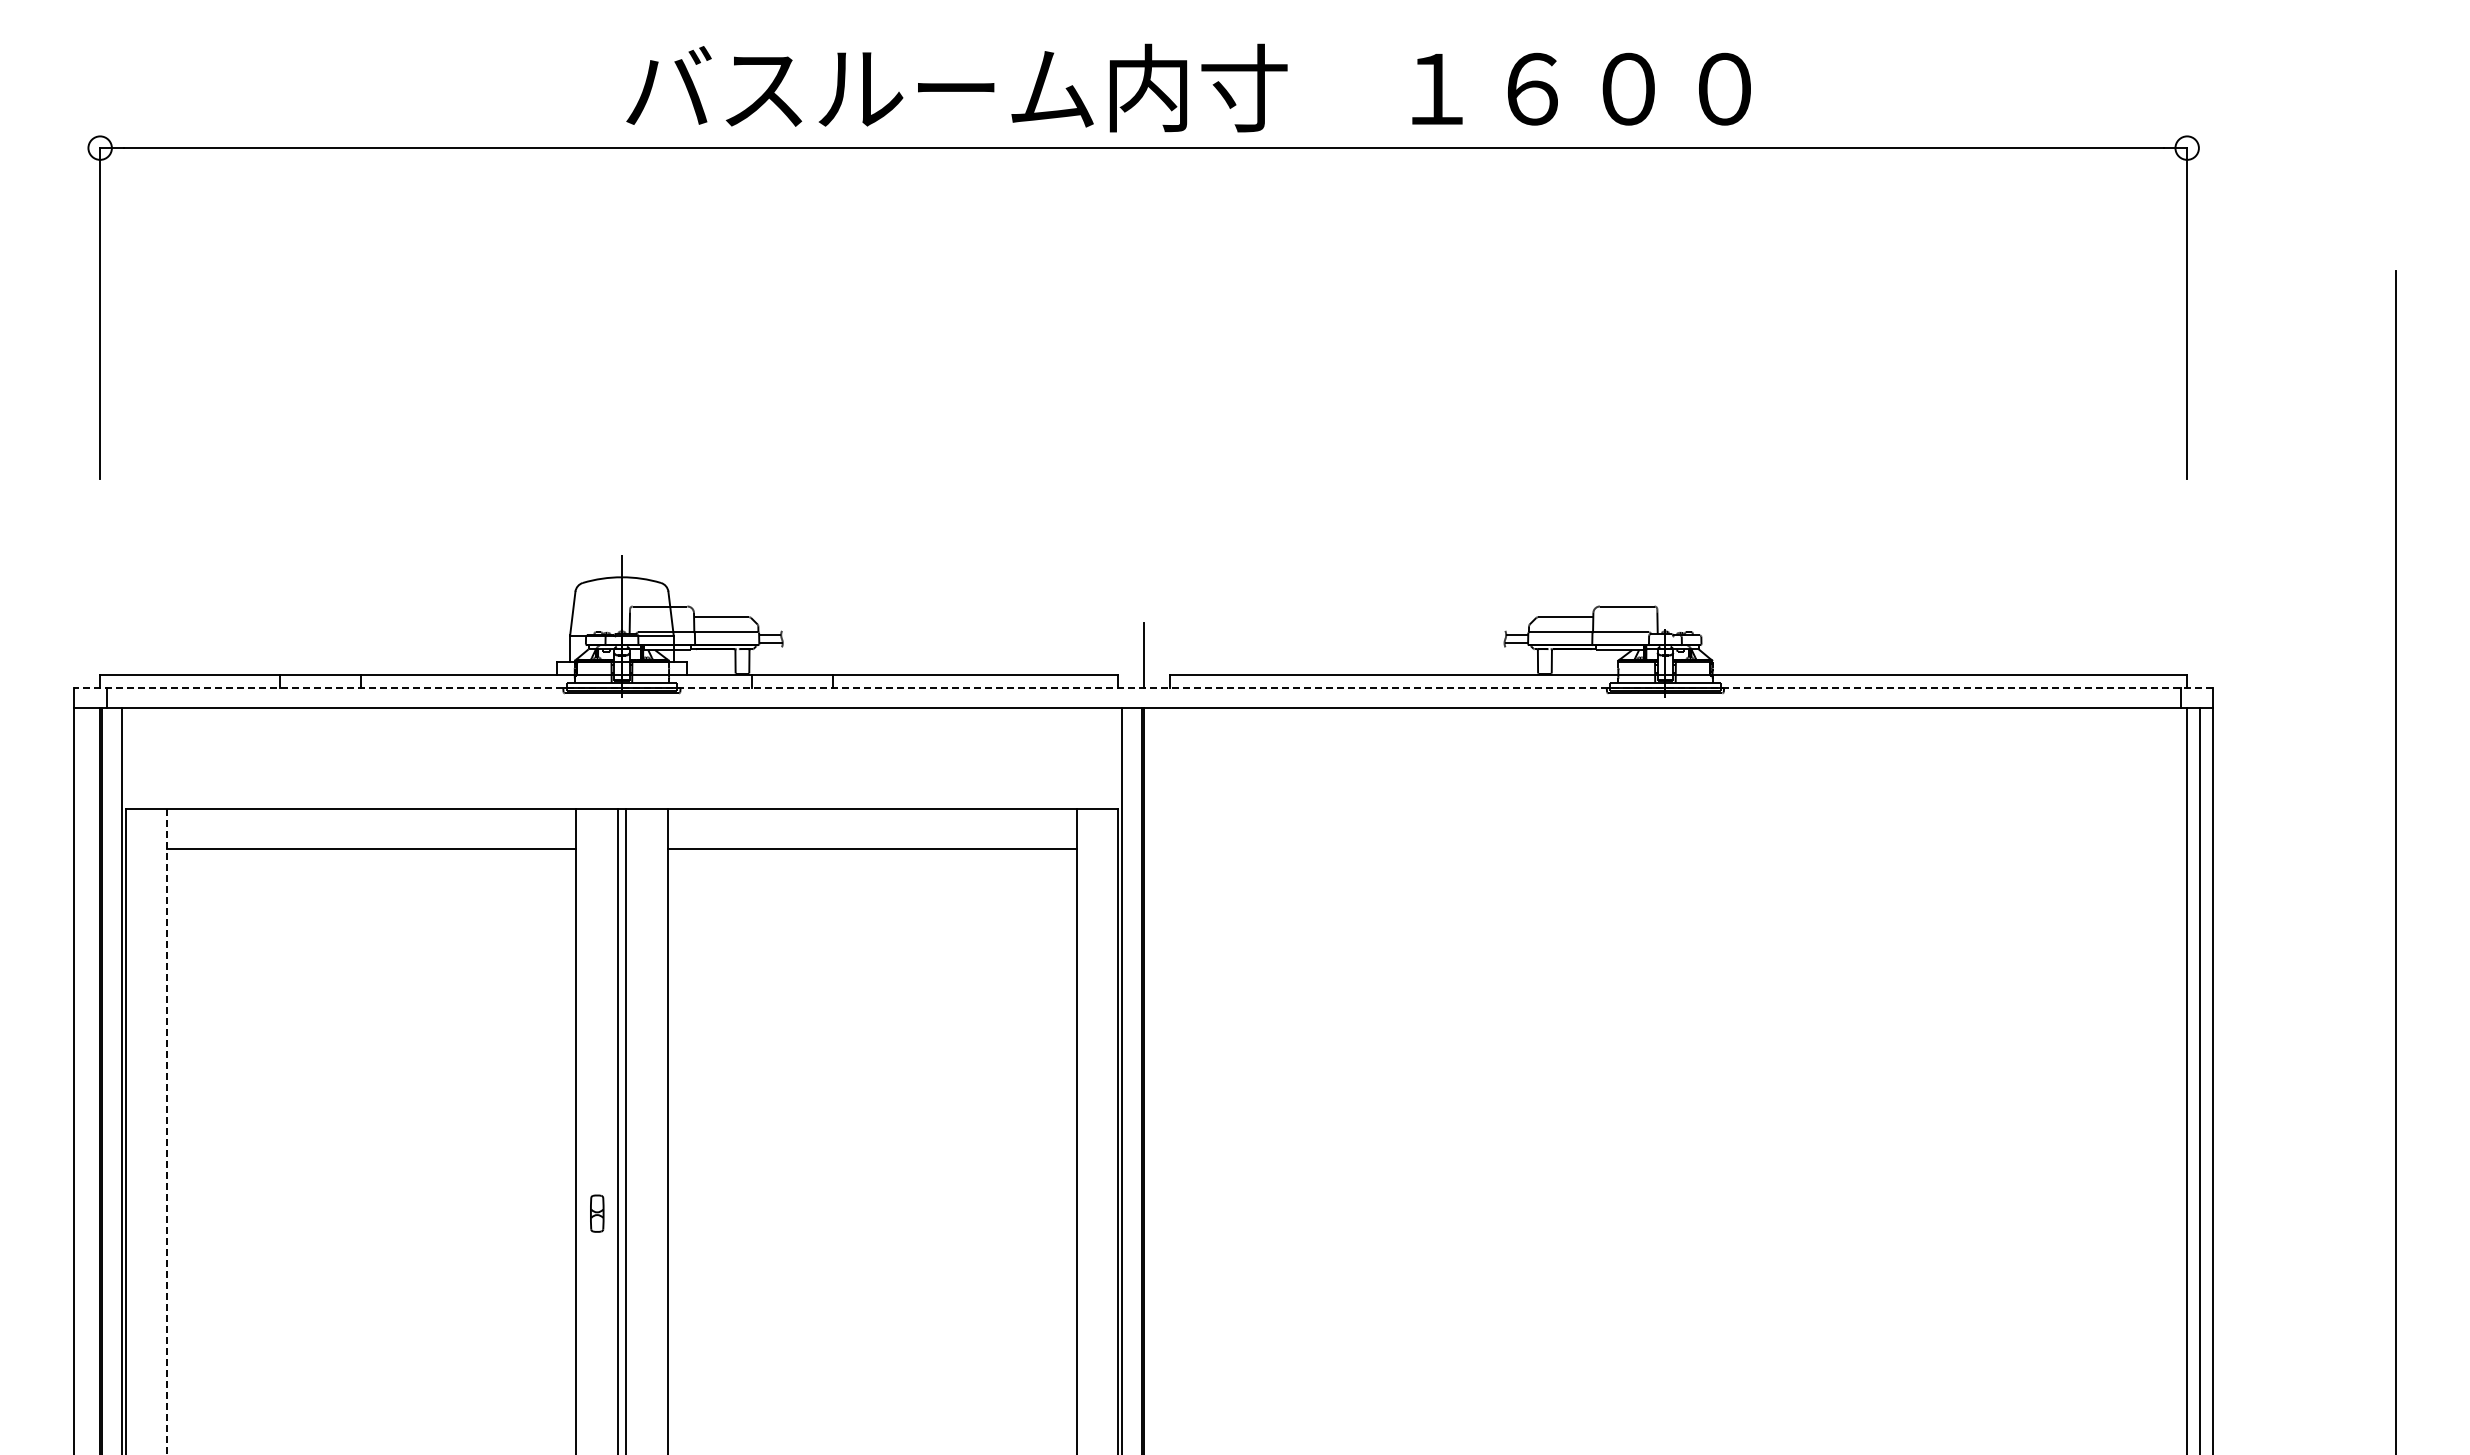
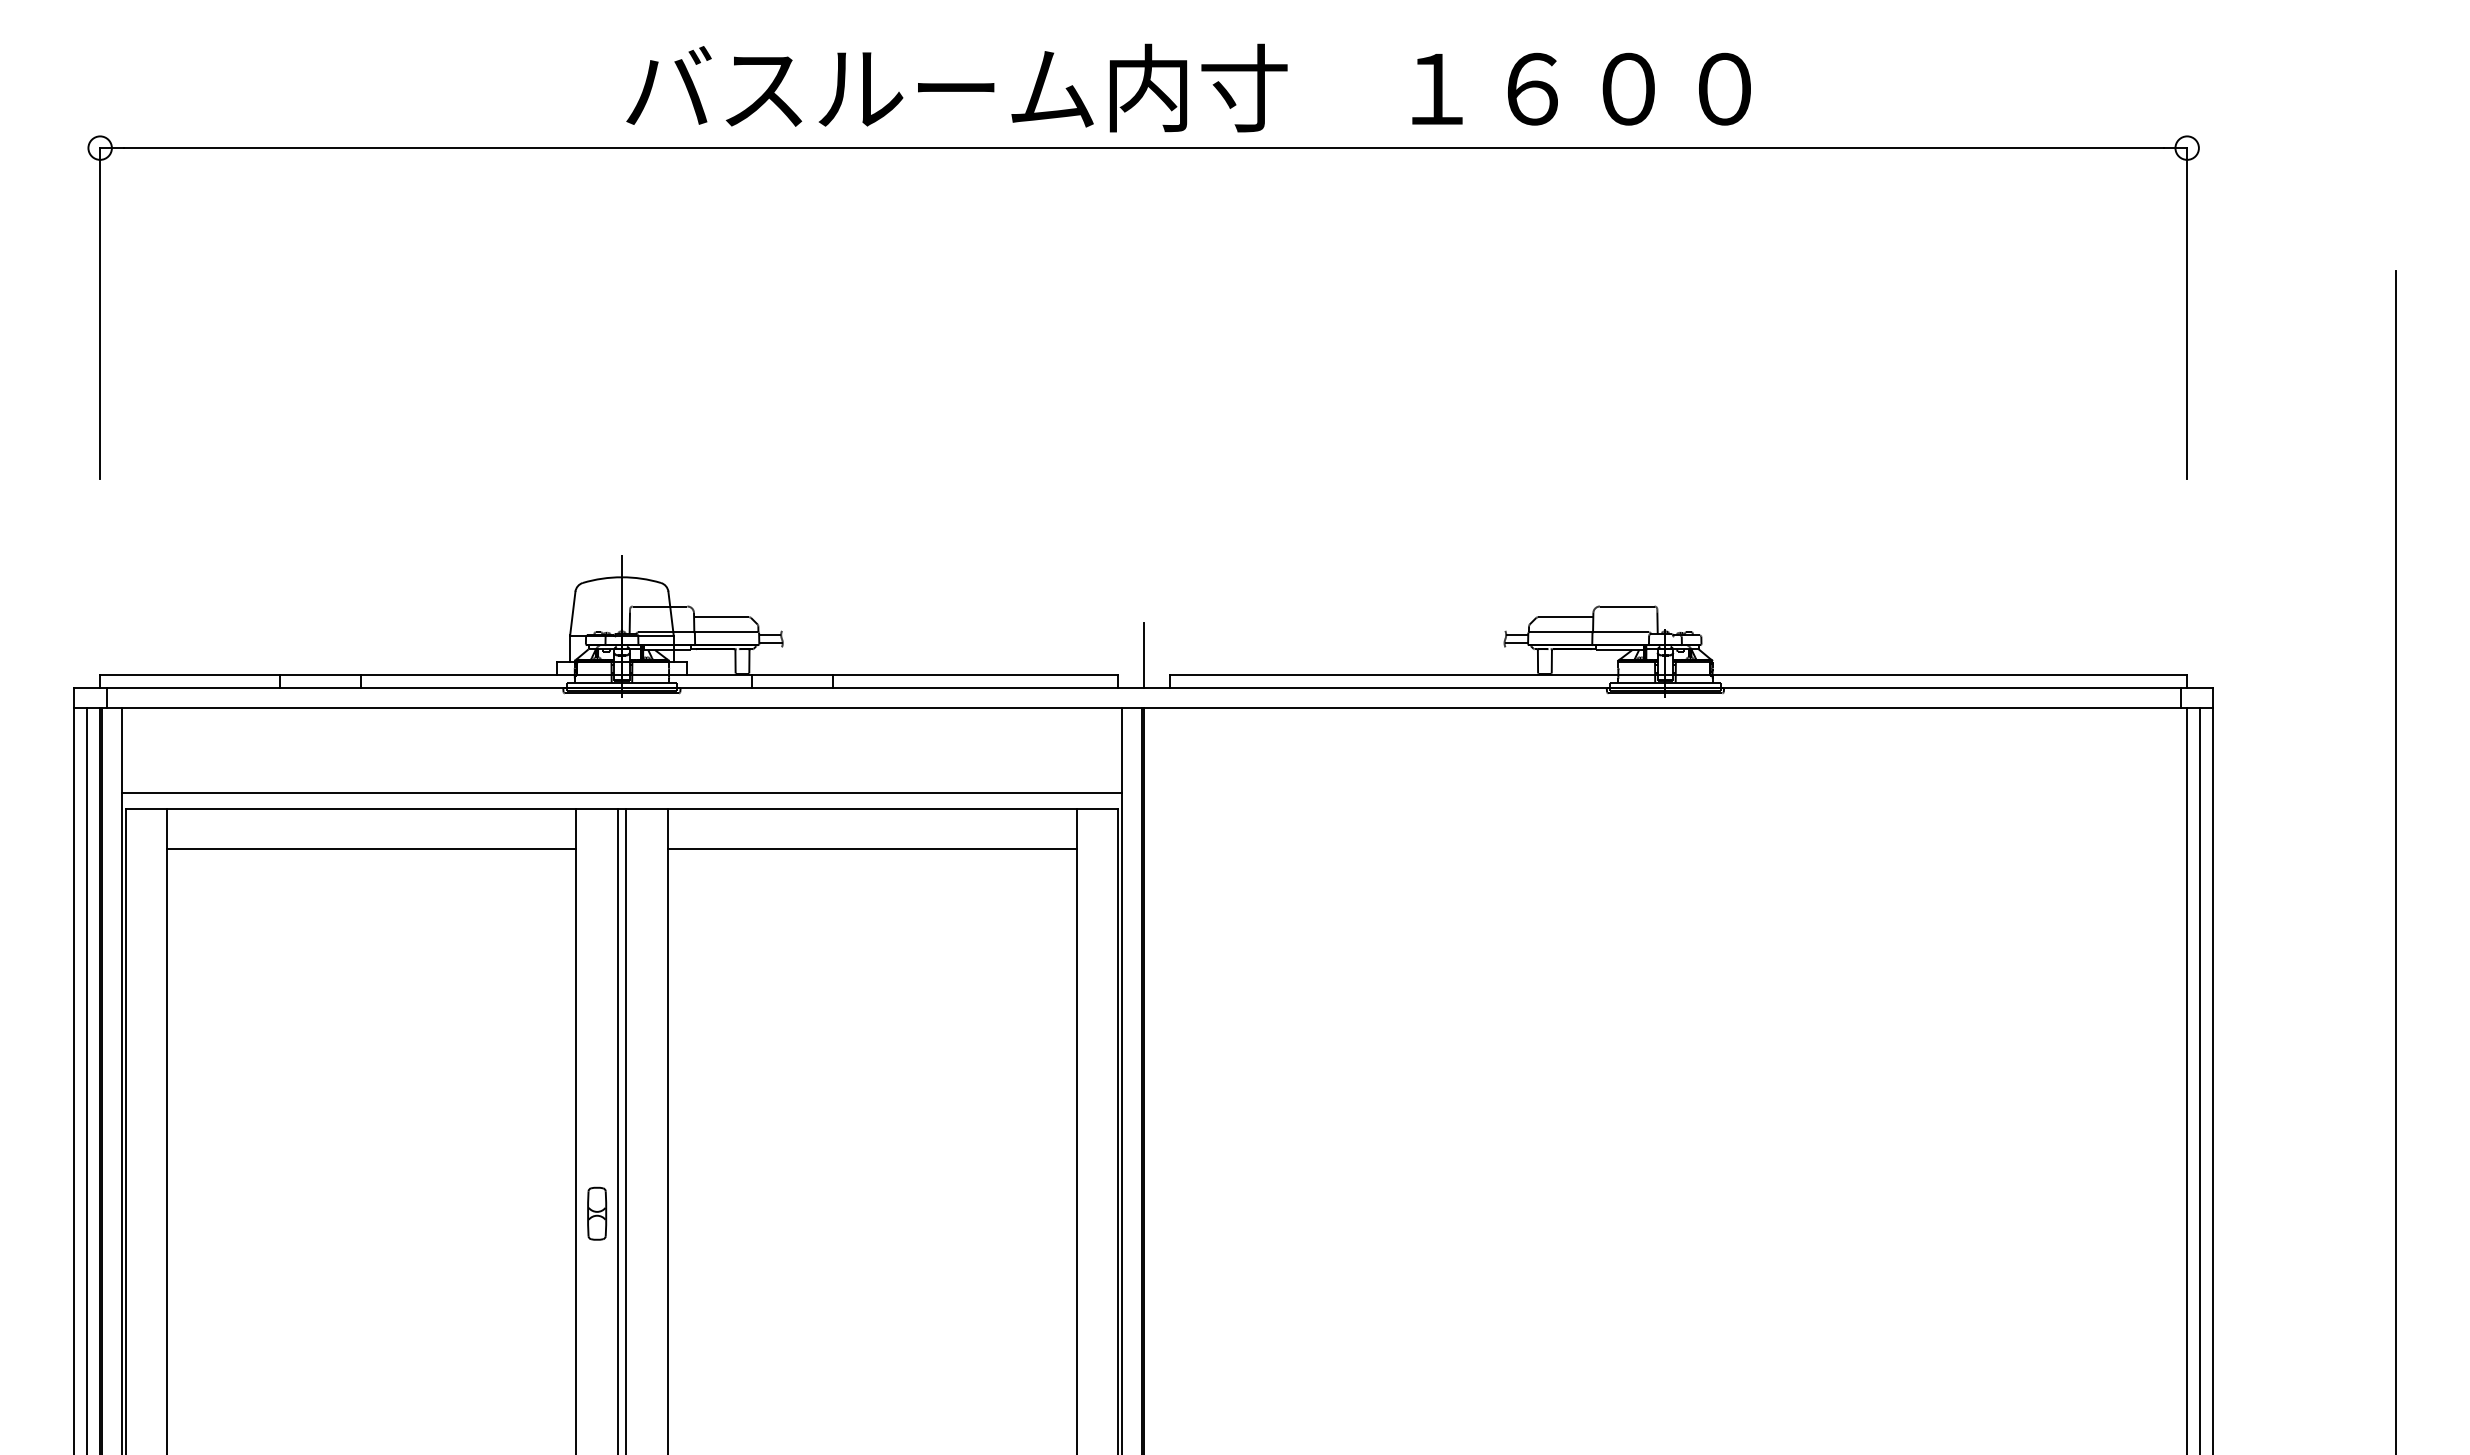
line at (1143, 688): dashed -> solid
line at (621, 792): none -> present
line at (87, 1079): none -> present
line at (167, 1132): dashed -> solid
part at (597, 1213) size: 15x39 px -> 21x55 px
